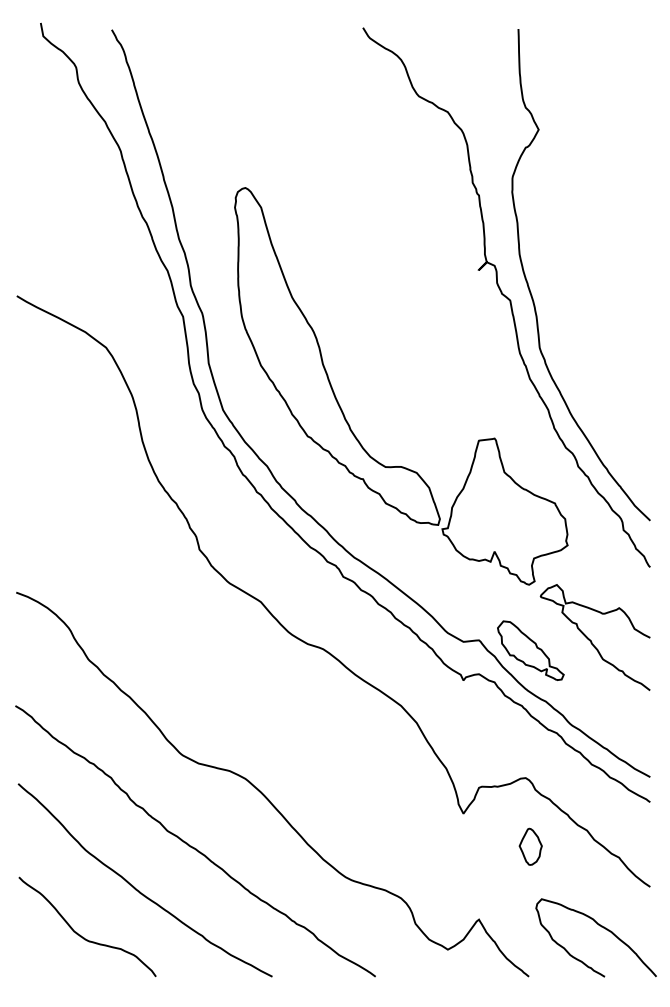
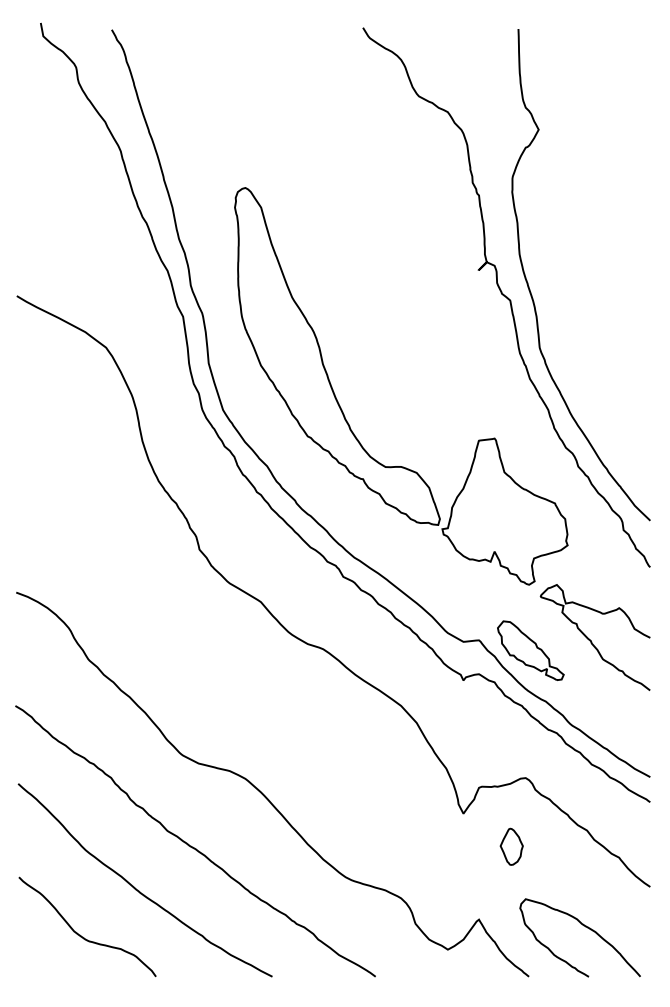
part at (530, 846) position: (530, 846) -> (511, 846)
curve at (601, 927) position: (601, 927) -> (585, 927)
